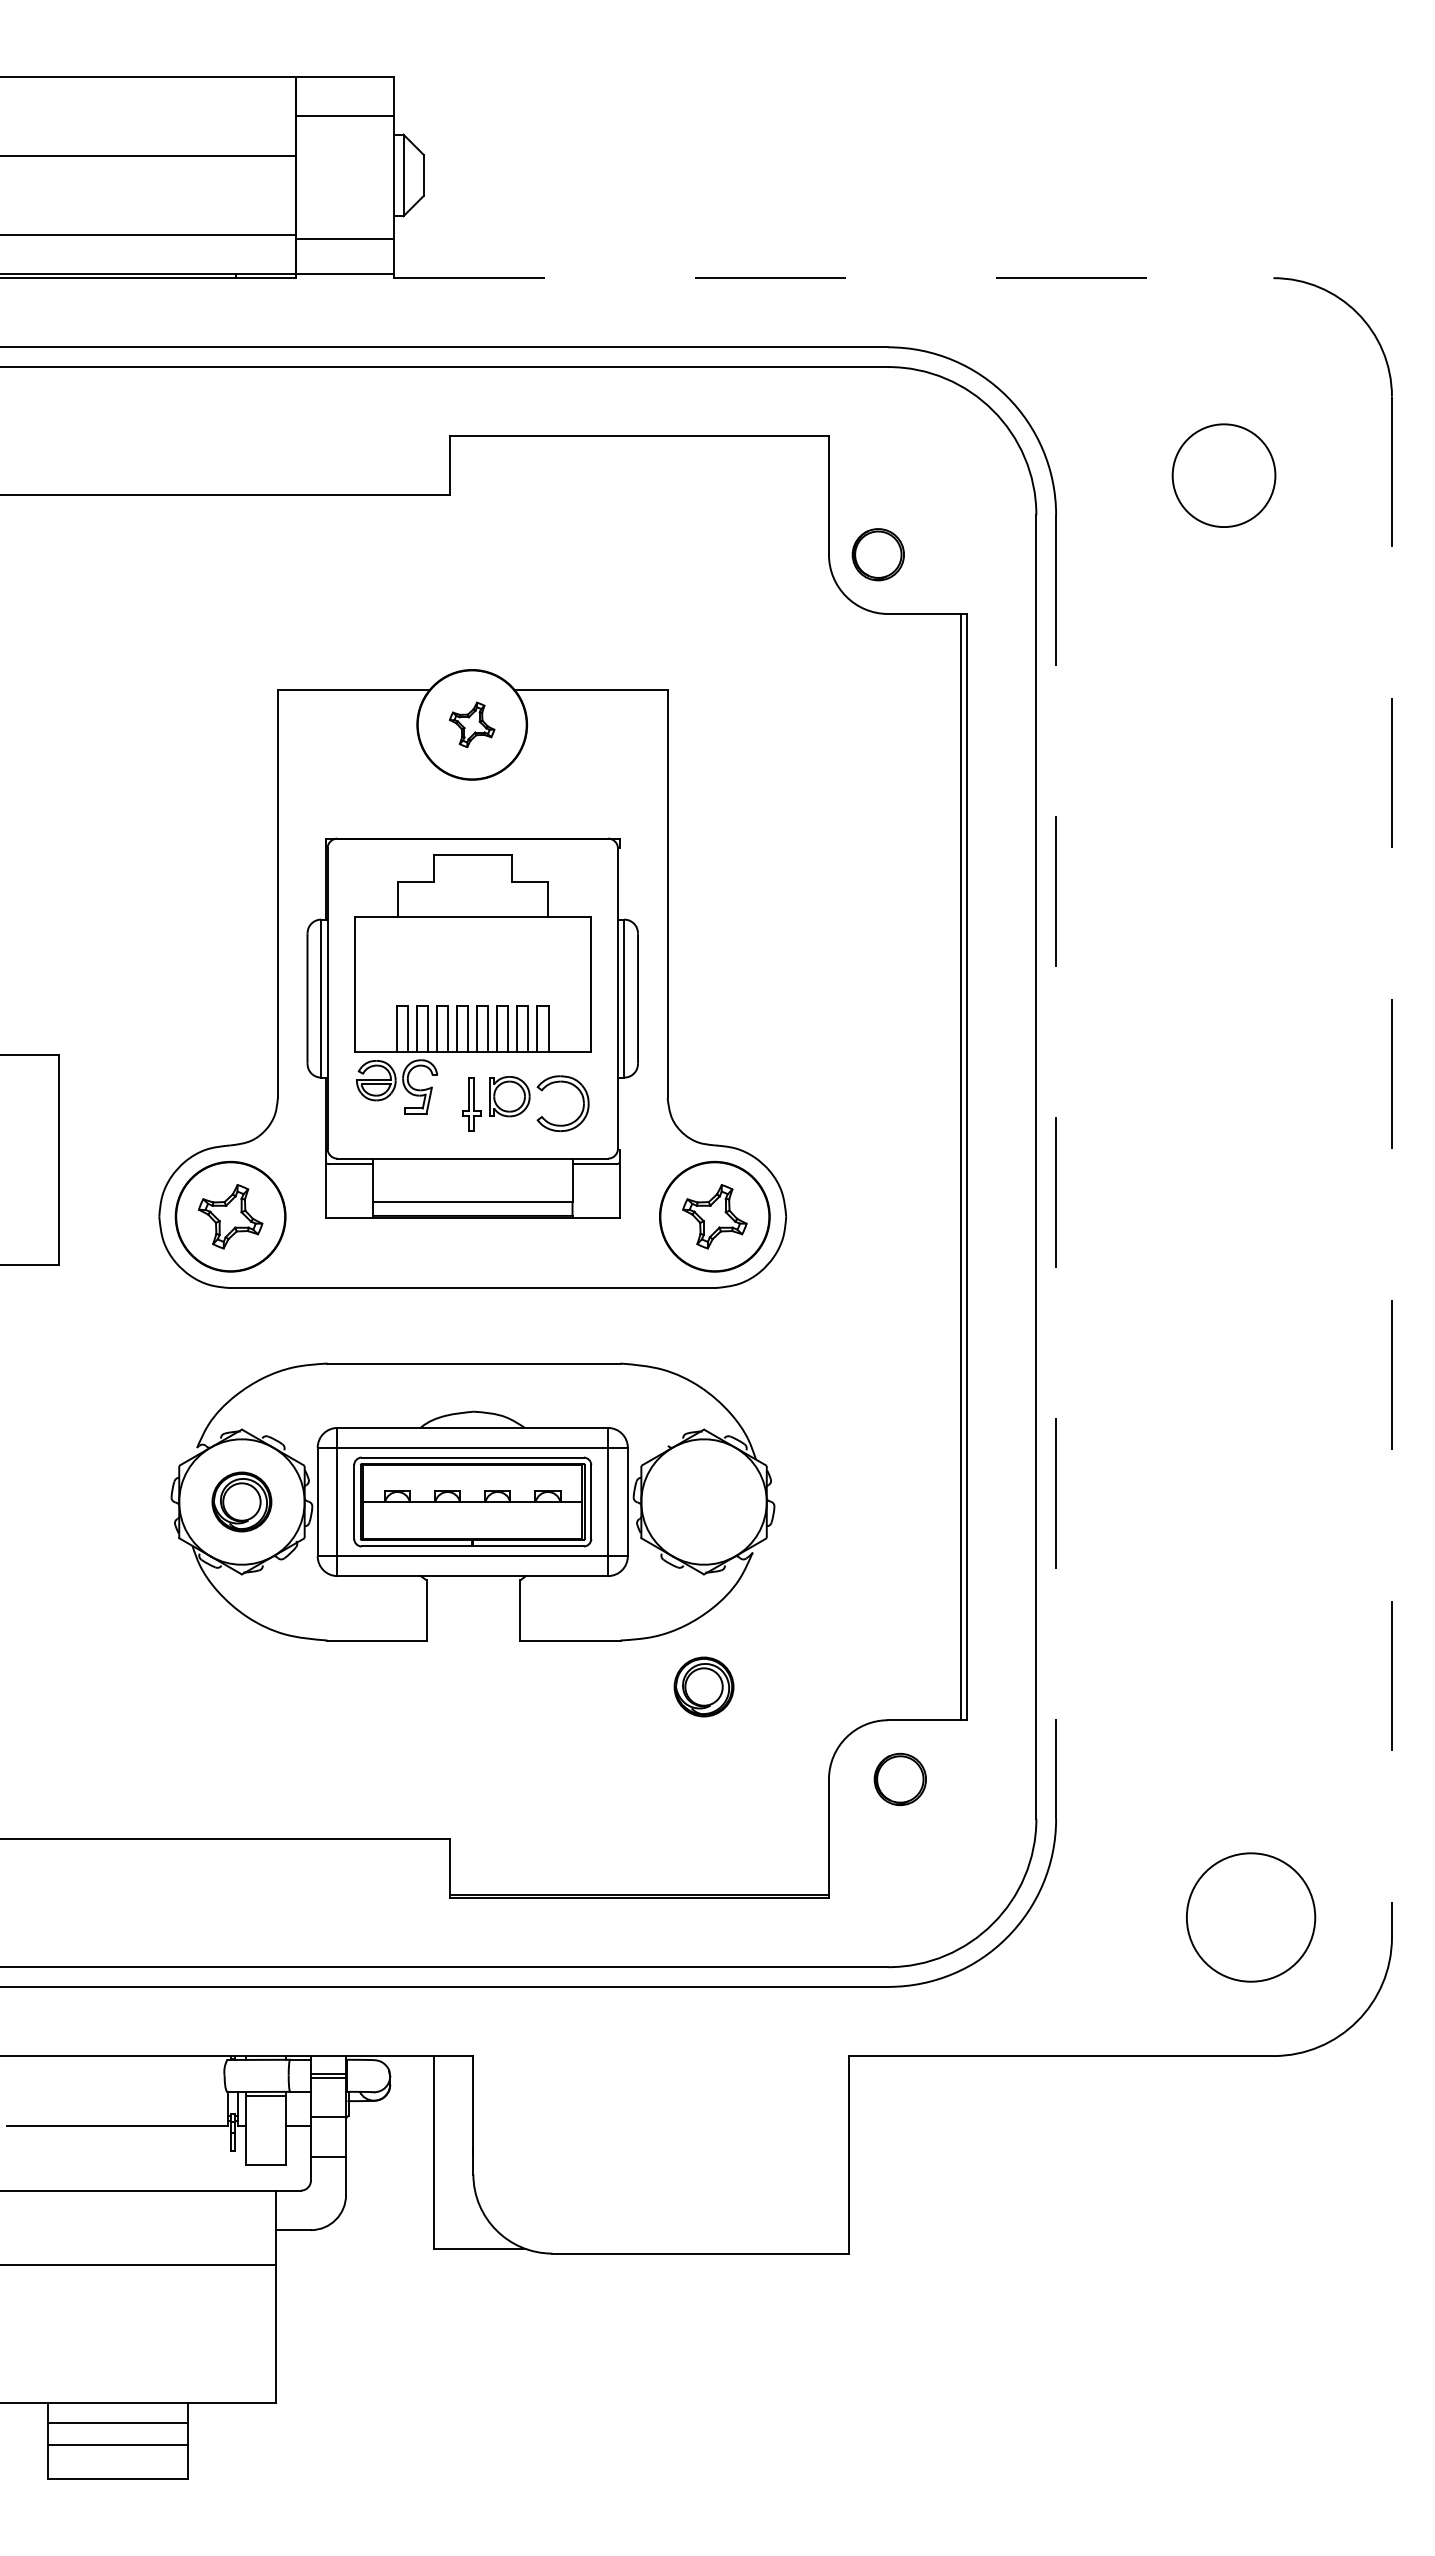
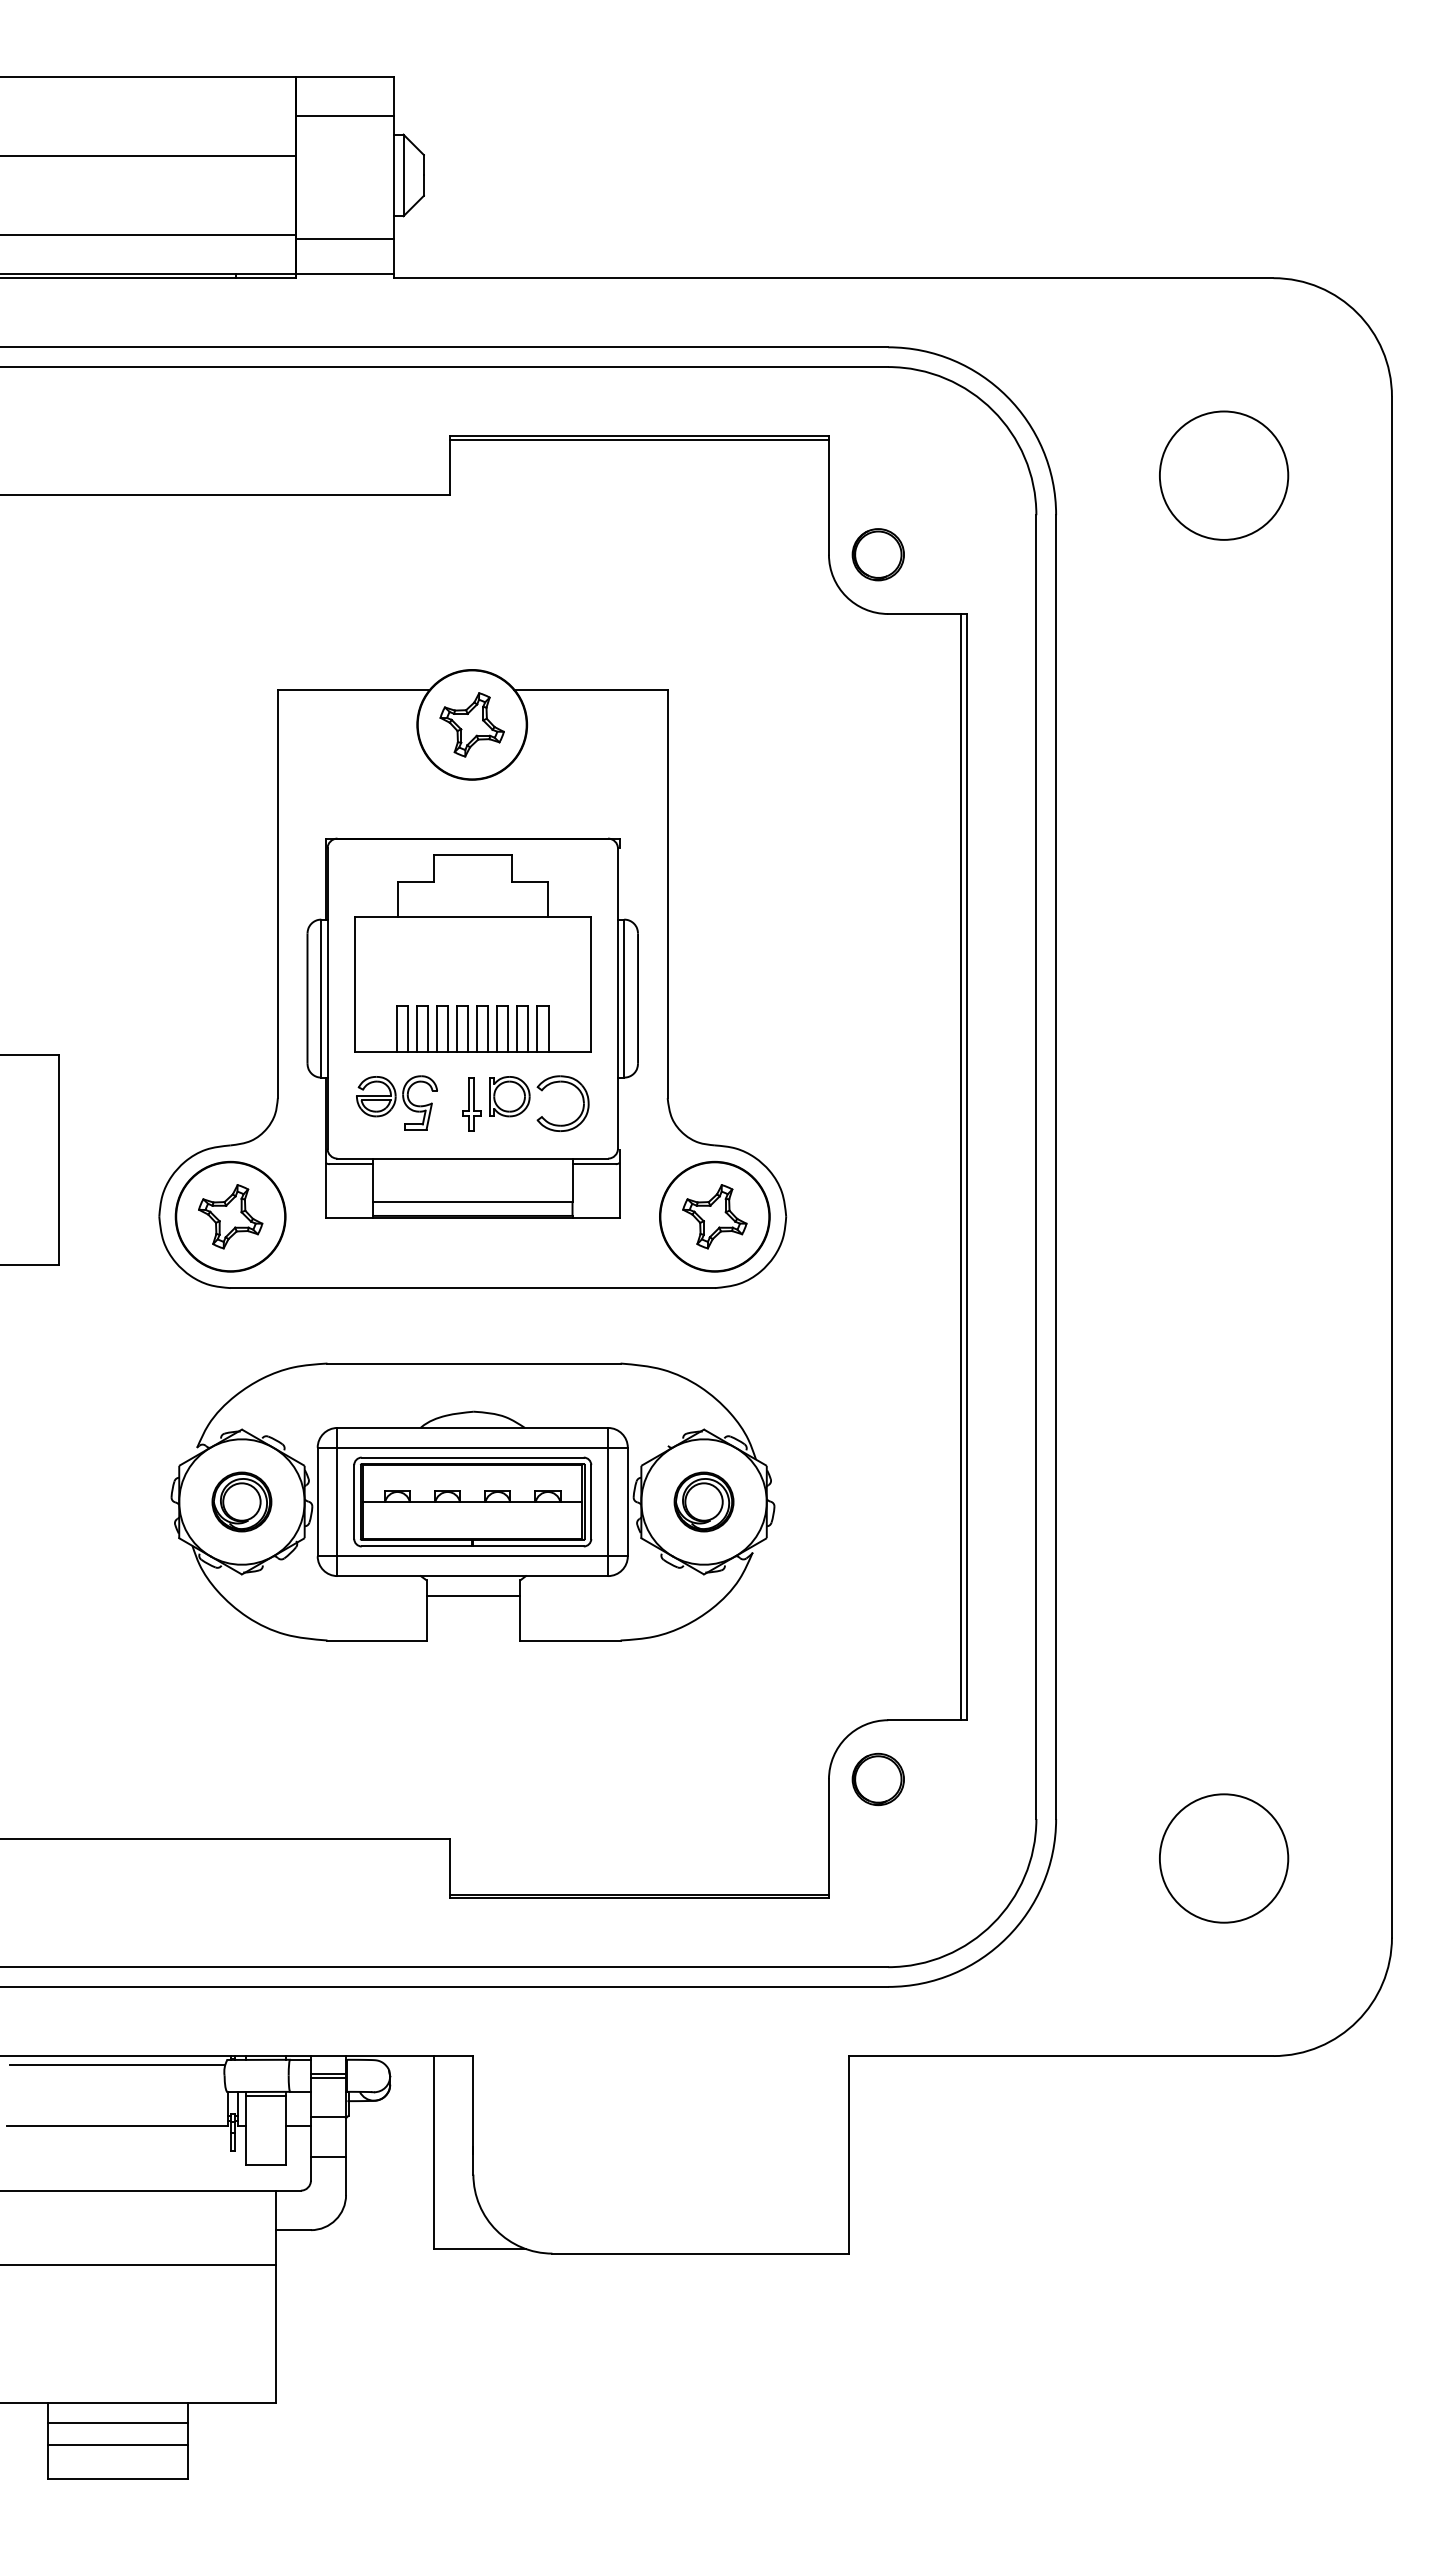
line at (833, 278): dashed -> solid
line at (638, 439): none -> present
circle at (1223, 475) diameter: 103 px -> 128 px
part at (472, 724) size: 47x47 px -> 66x66 px
part at (396, 1086) position: (396, 1086) -> (396, 1102)
line at (1056, 1167): dashed -> solid
line at (1391, 1167): dashed -> solid
line at (473, 1595): none -> present
part at (703, 1686) position: (703, 1686) -> (703, 1501)
part at (899, 1779) position: (899, 1779) -> (877, 1779)
circle at (1251, 1917) position: (1251, 1917) -> (1224, 1858)
line at (117, 2065): none -> present
